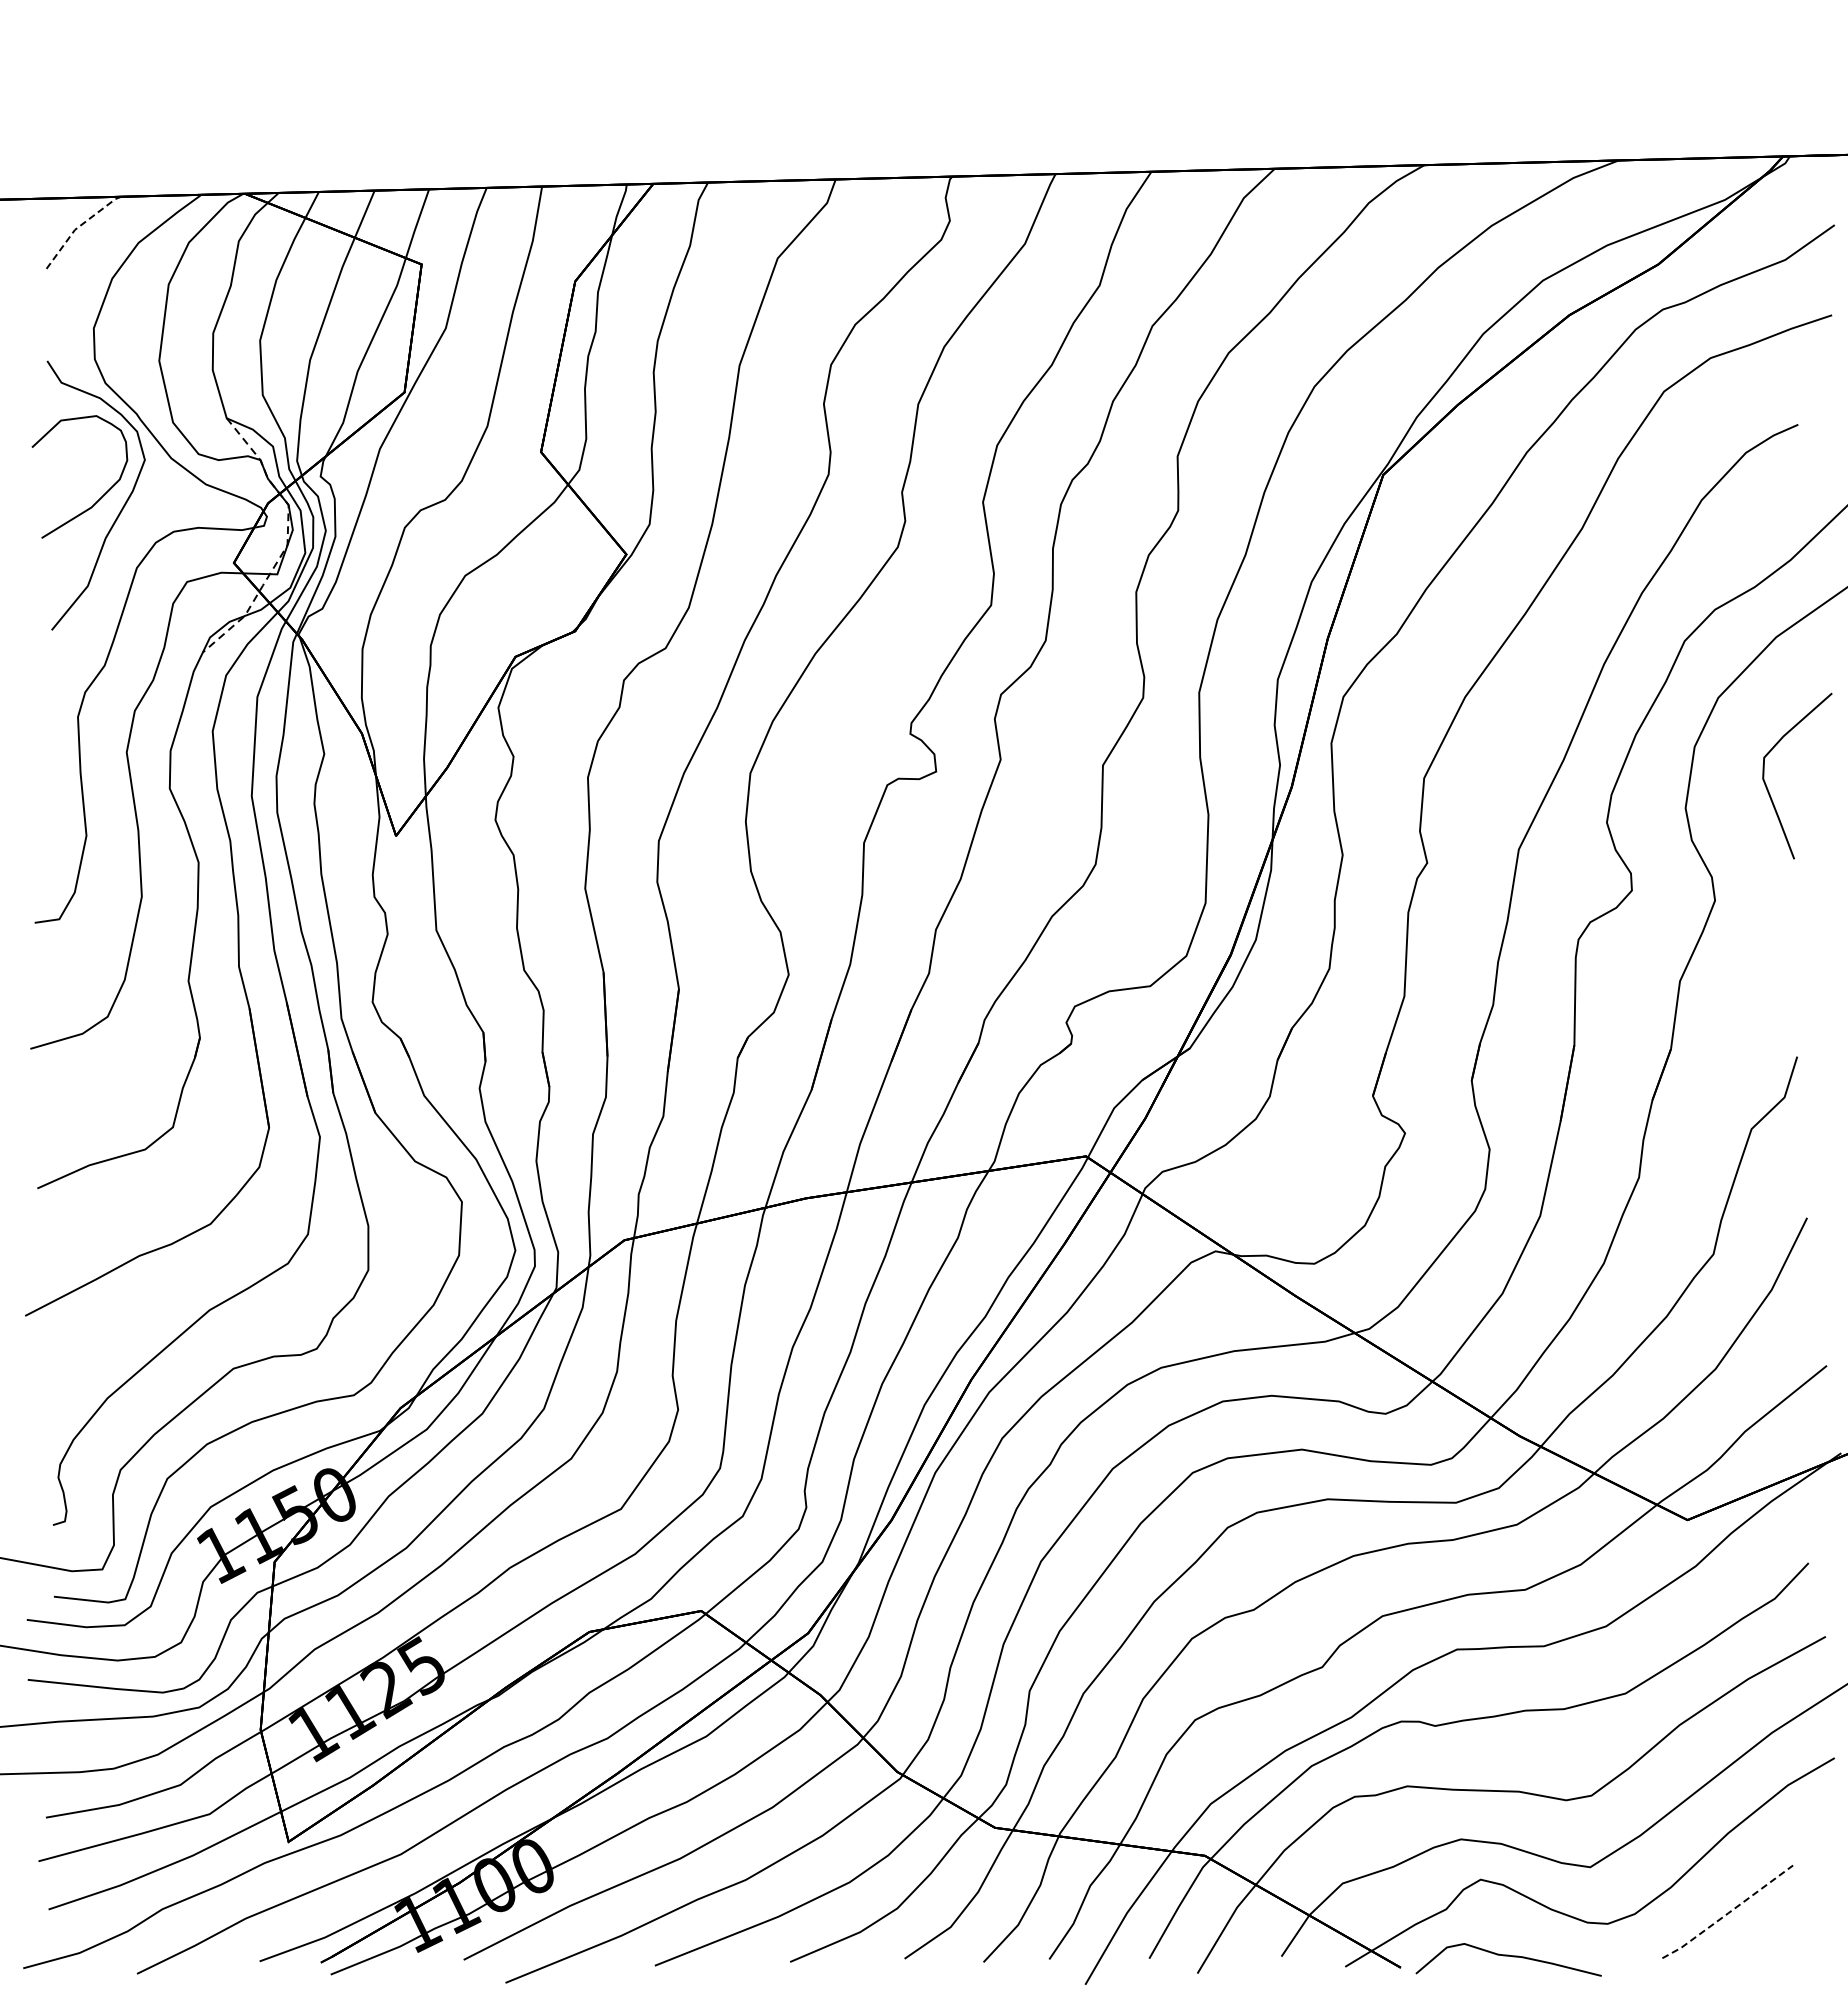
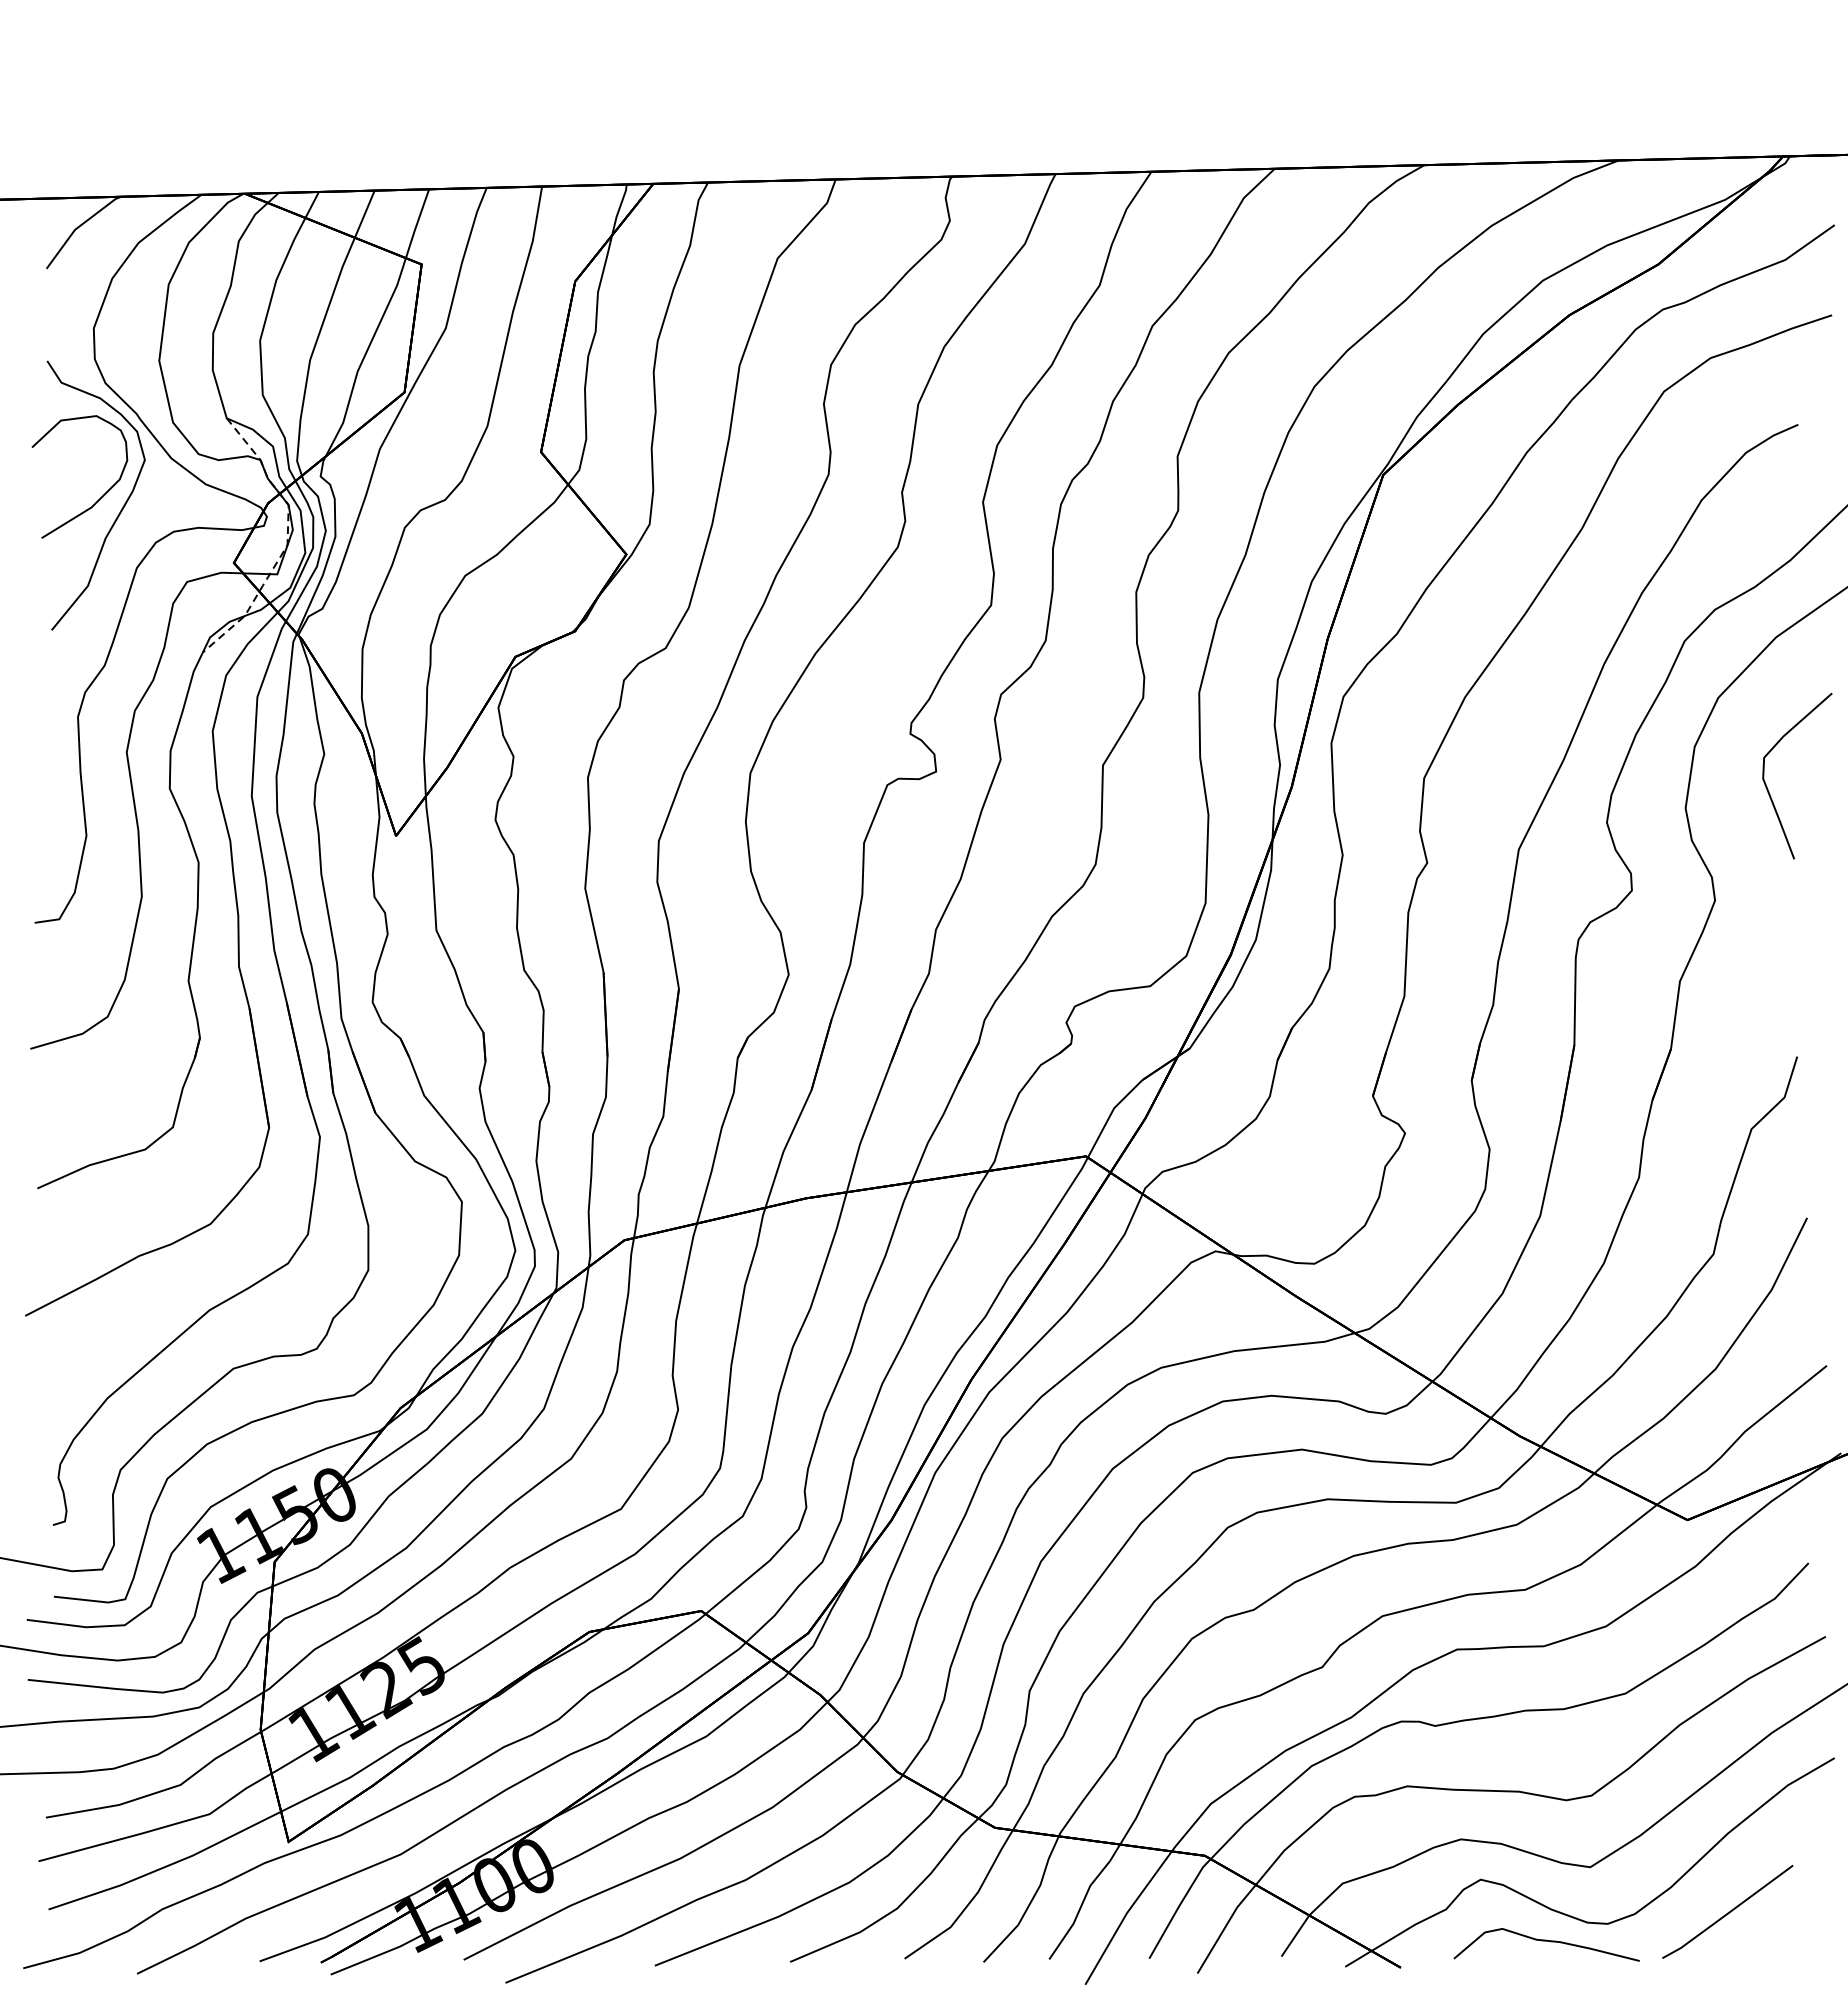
line at (78, 226): dashed -> solid
line at (1728, 1913): dashed -> solid
curve at (1508, 1956) position: (1508, 1956) -> (1546, 1941)
